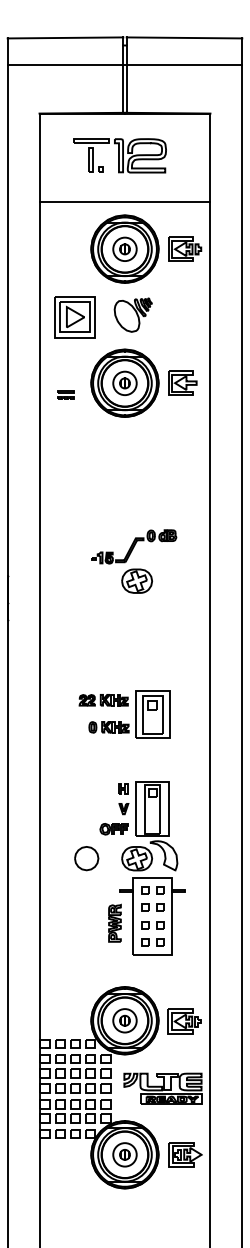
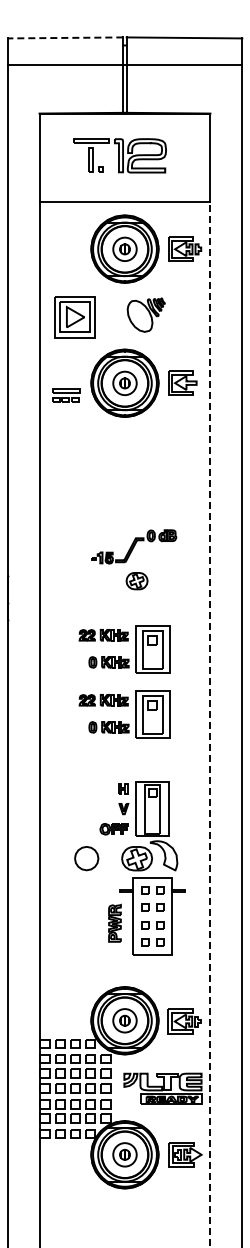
line at (65, 37): solid -> dashed
part at (132, 314) position: (132, 314) -> (145, 314)
part at (65, 394) size: 18x10 px -> 29x15 px
part at (136, 580) size: 32x26 px -> 24x19 px
part at (121, 656): none -> present
line at (210, 724): solid -> dashed
